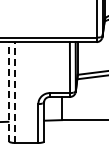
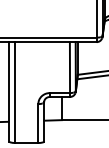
line at (9, 91): dashed -> solid
line at (15, 92): dashed -> solid
